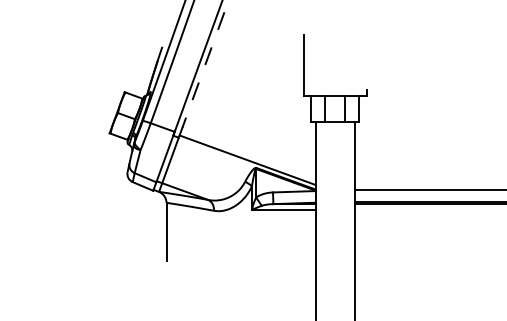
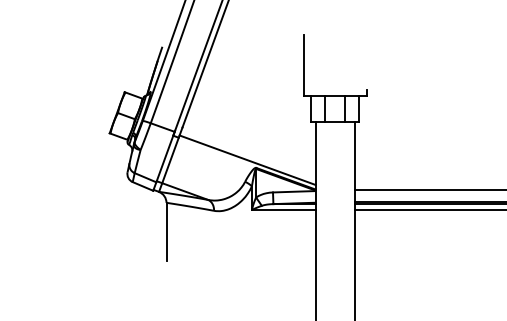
line at (205, 64): dashed -> solid
line at (428, 209): none -> present
